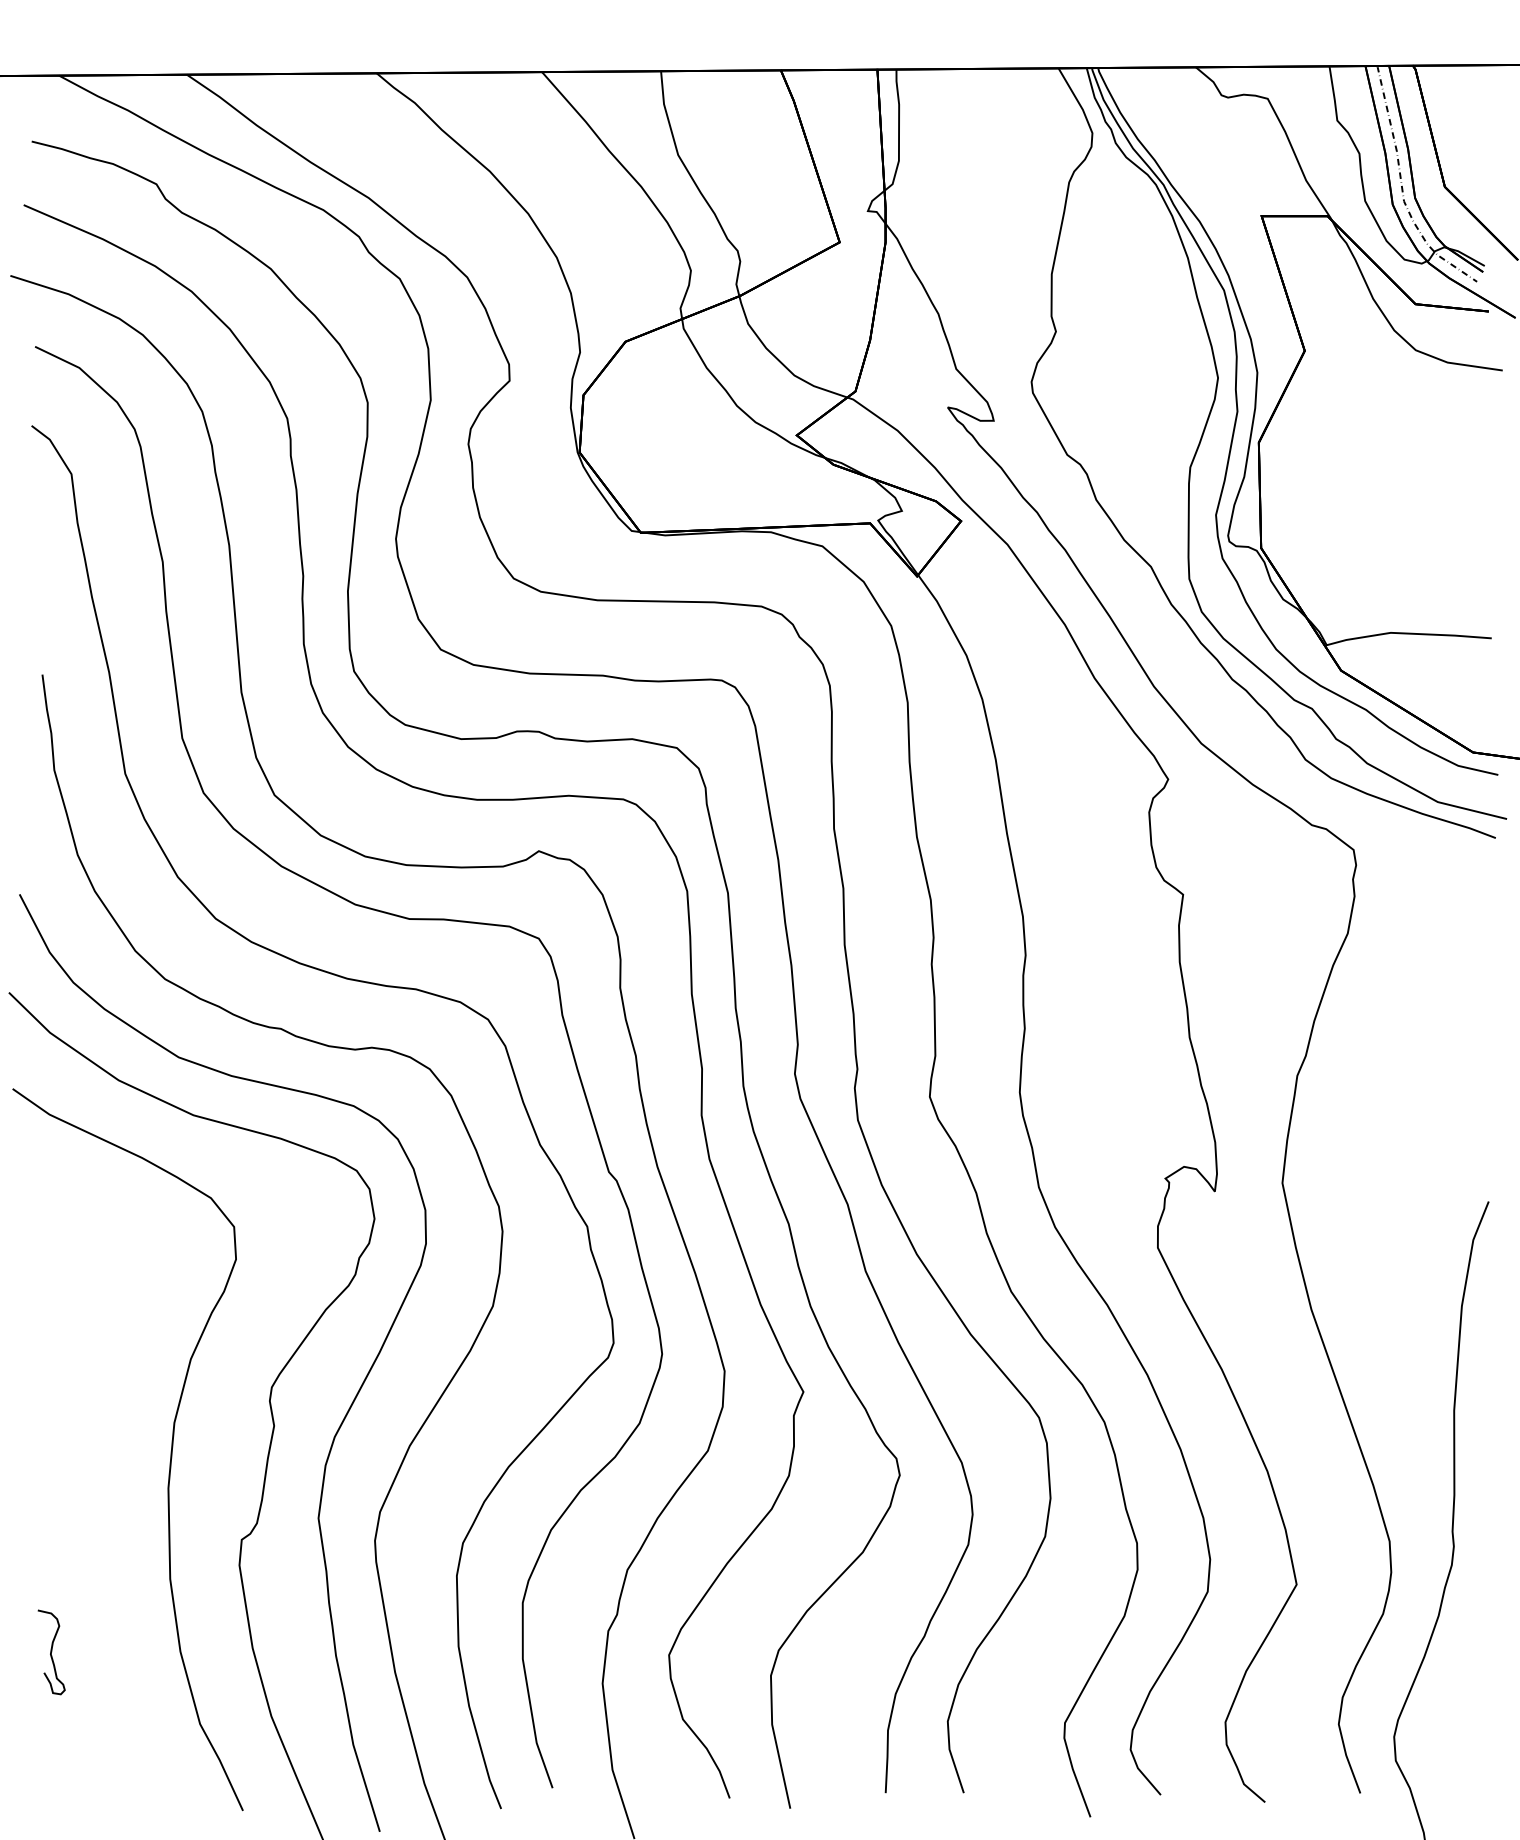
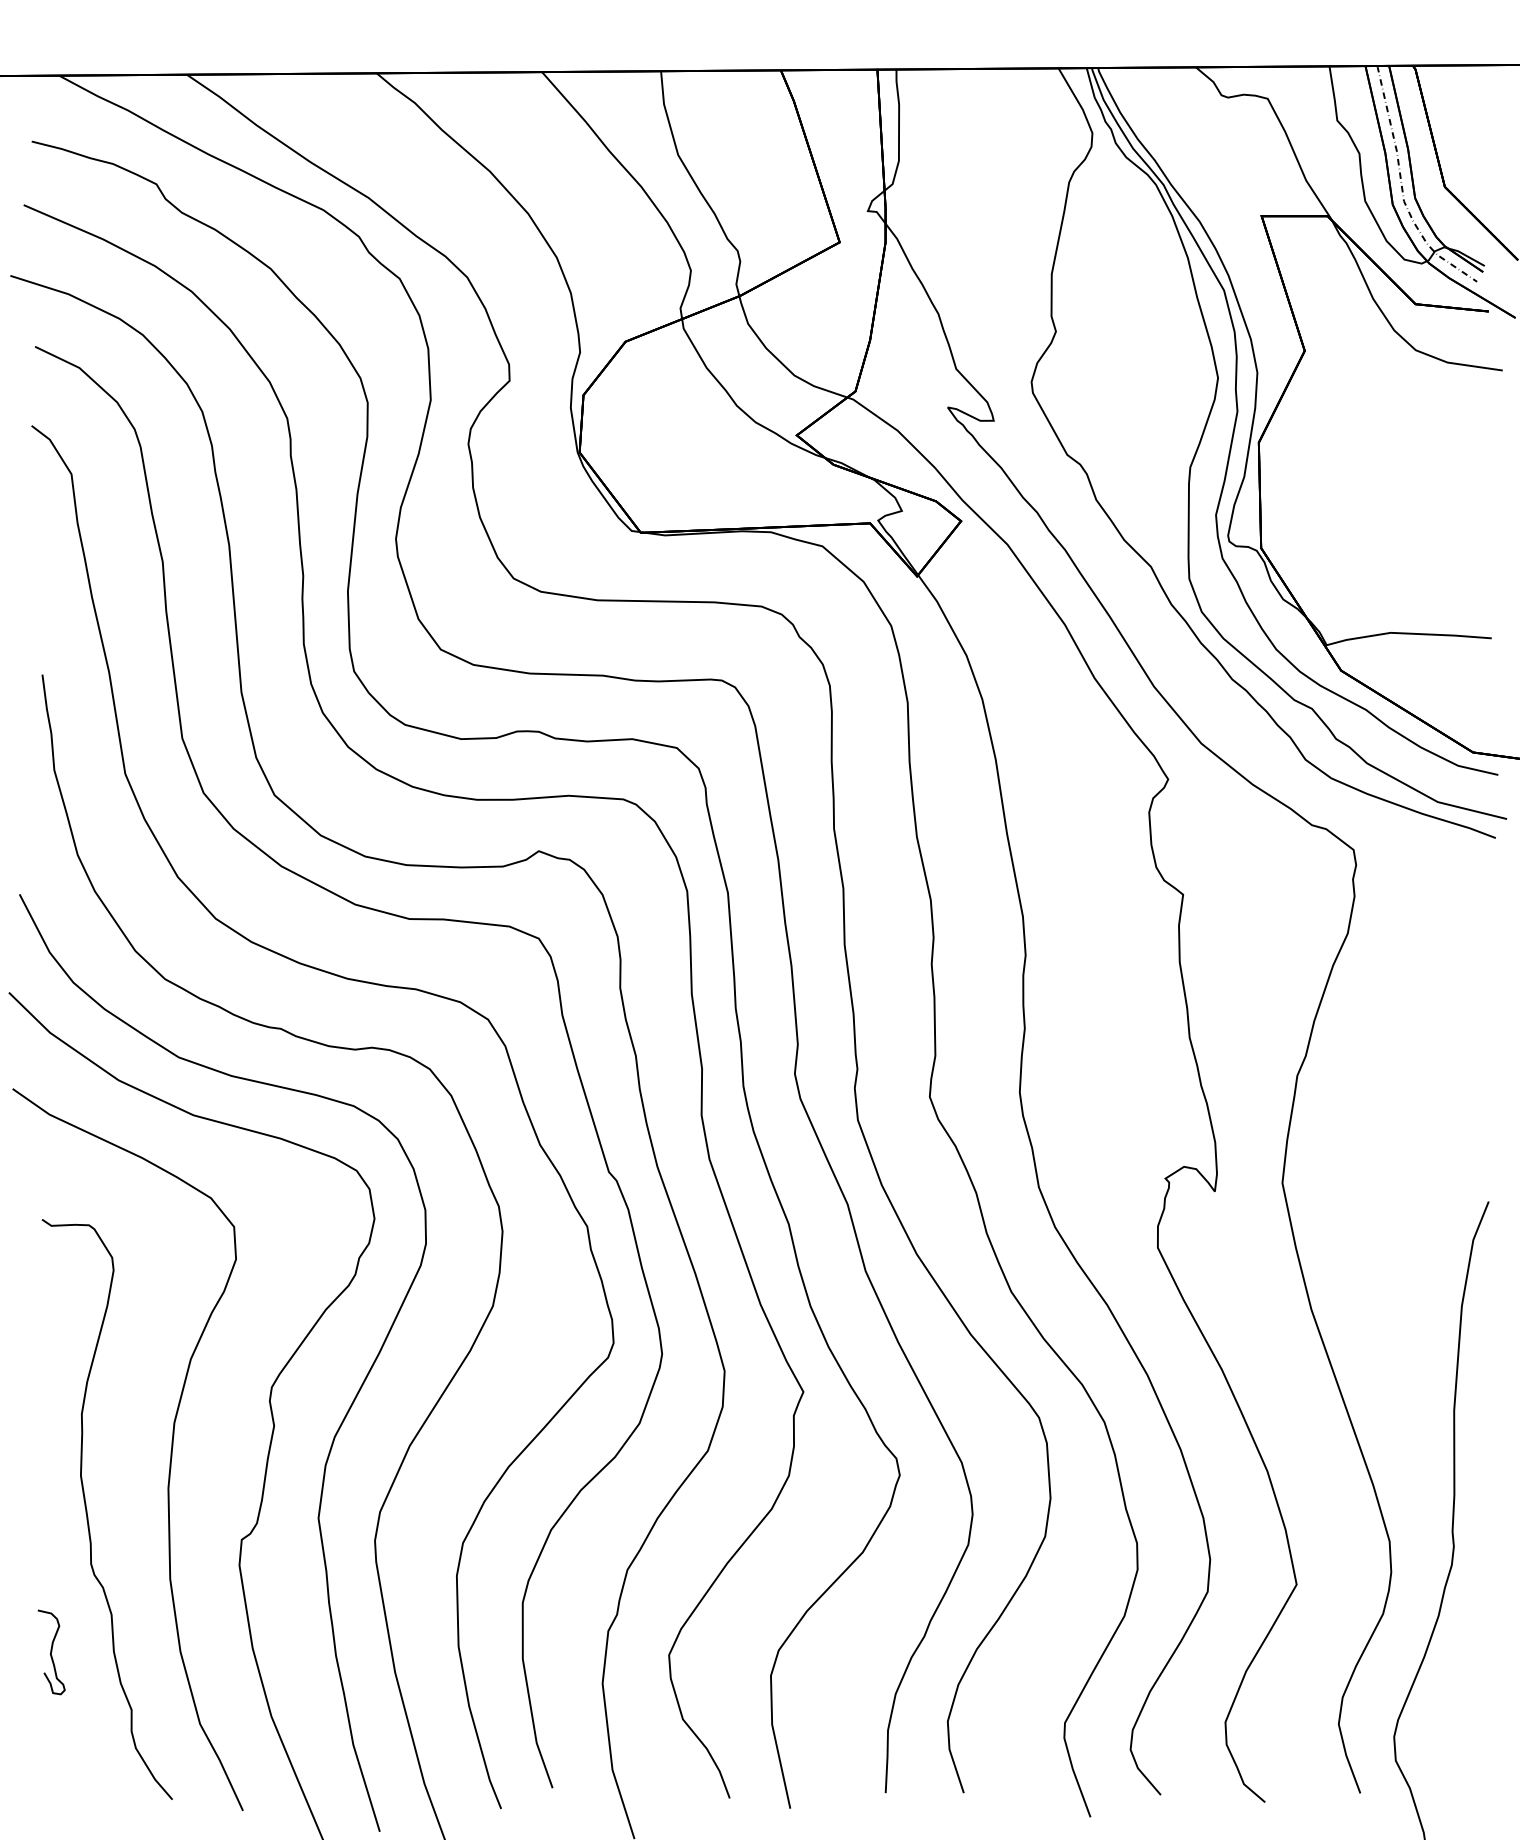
curve at (87, 1509): none -> present
